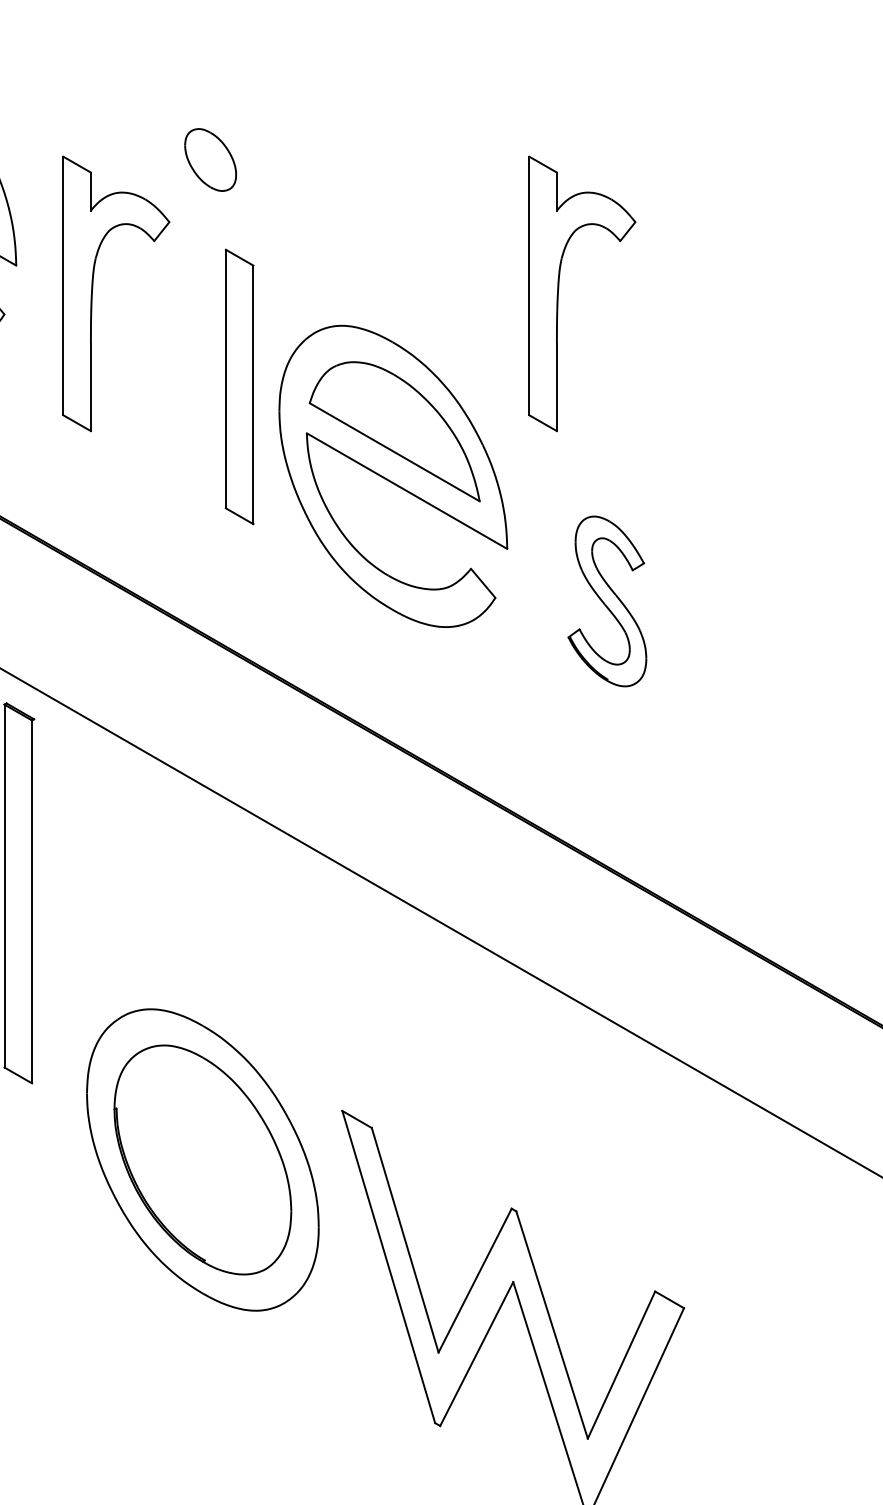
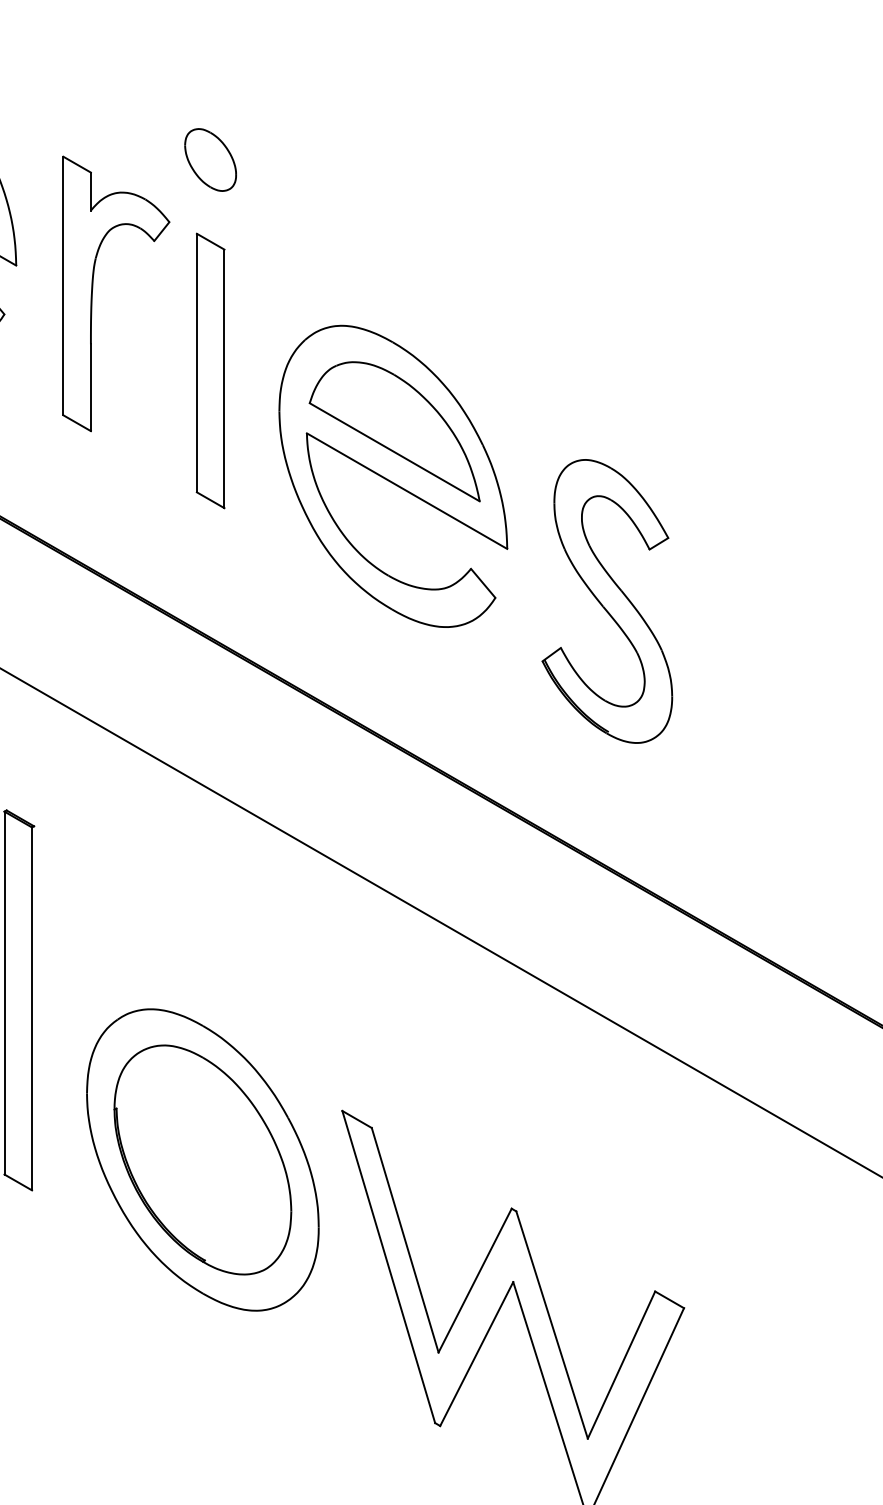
part at (559, 288): present -> none
part at (239, 386) position: (239, 386) -> (210, 370)
part at (607, 601) size: 81x173 px -> 133x285 px
part at (19, 893) position: (19, 893) -> (19, 1000)
